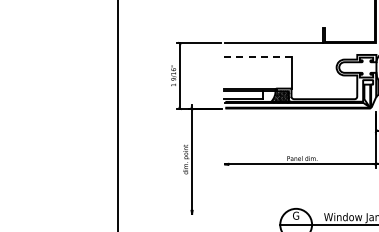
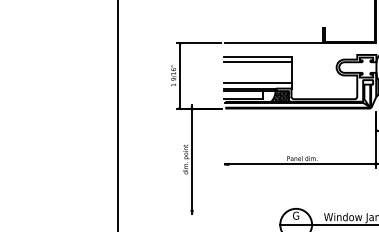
line at (257, 56): dashed -> solid
line at (257, 62): none -> present
line at (257, 83): none -> present
